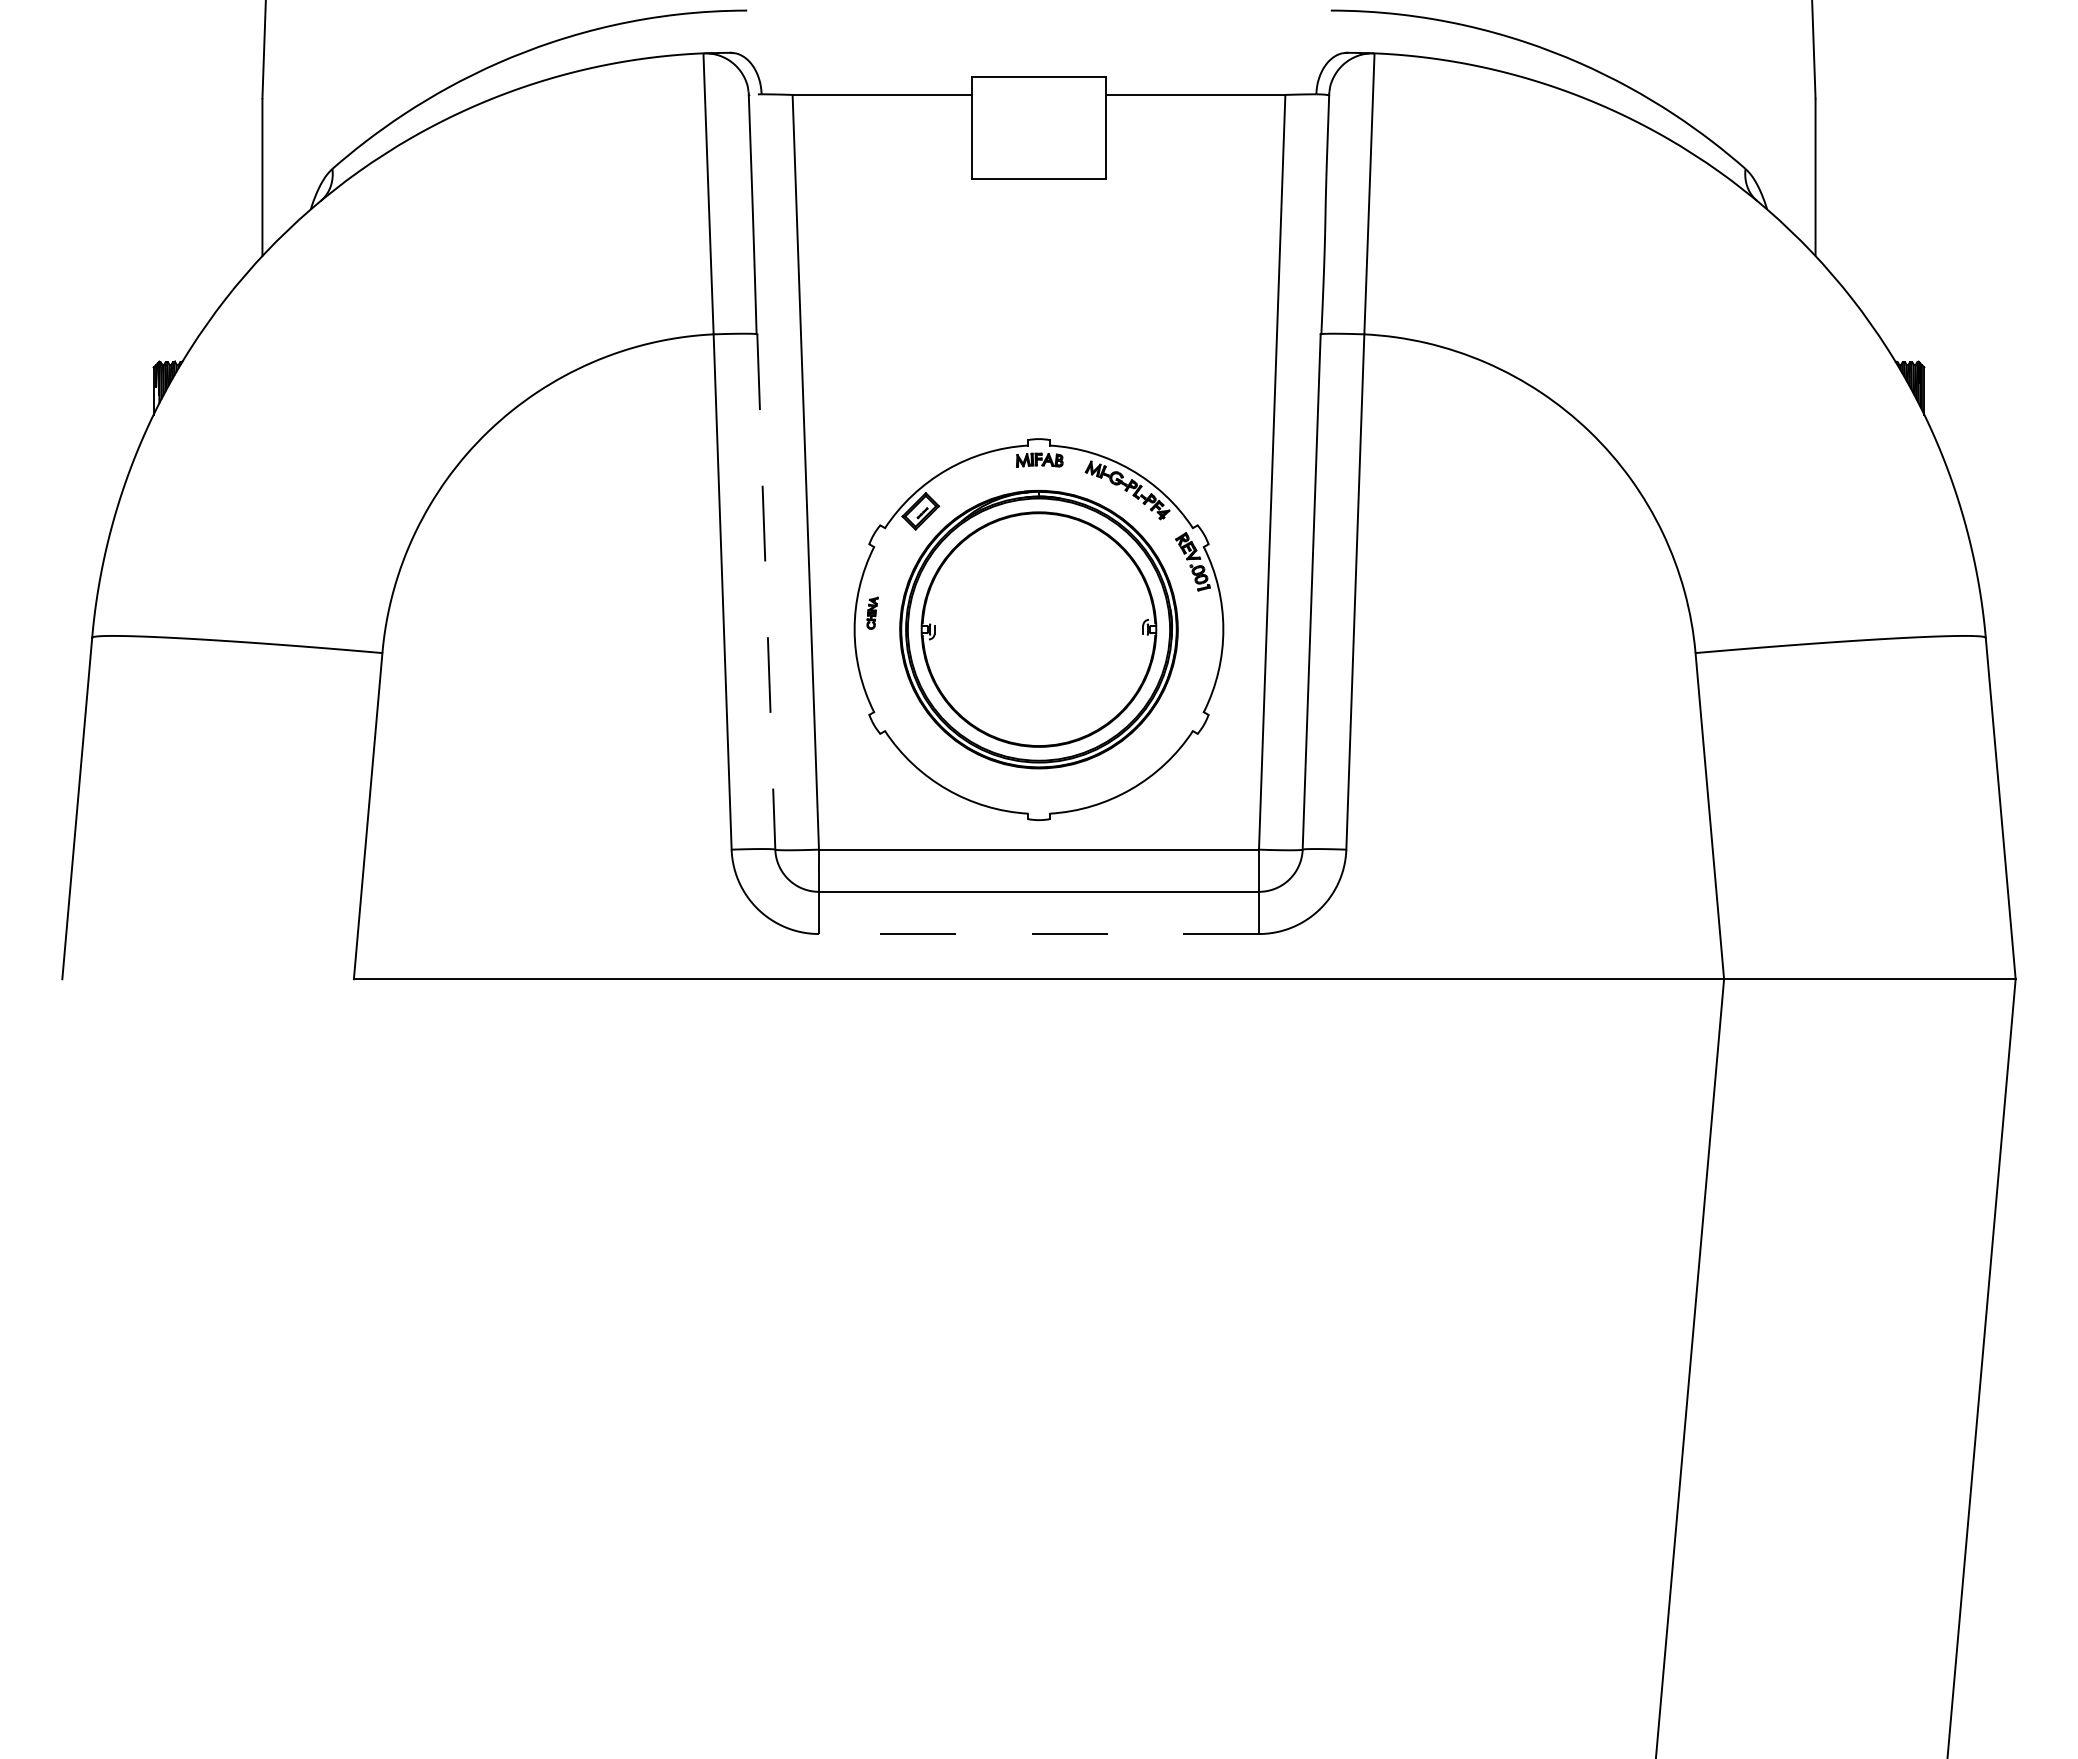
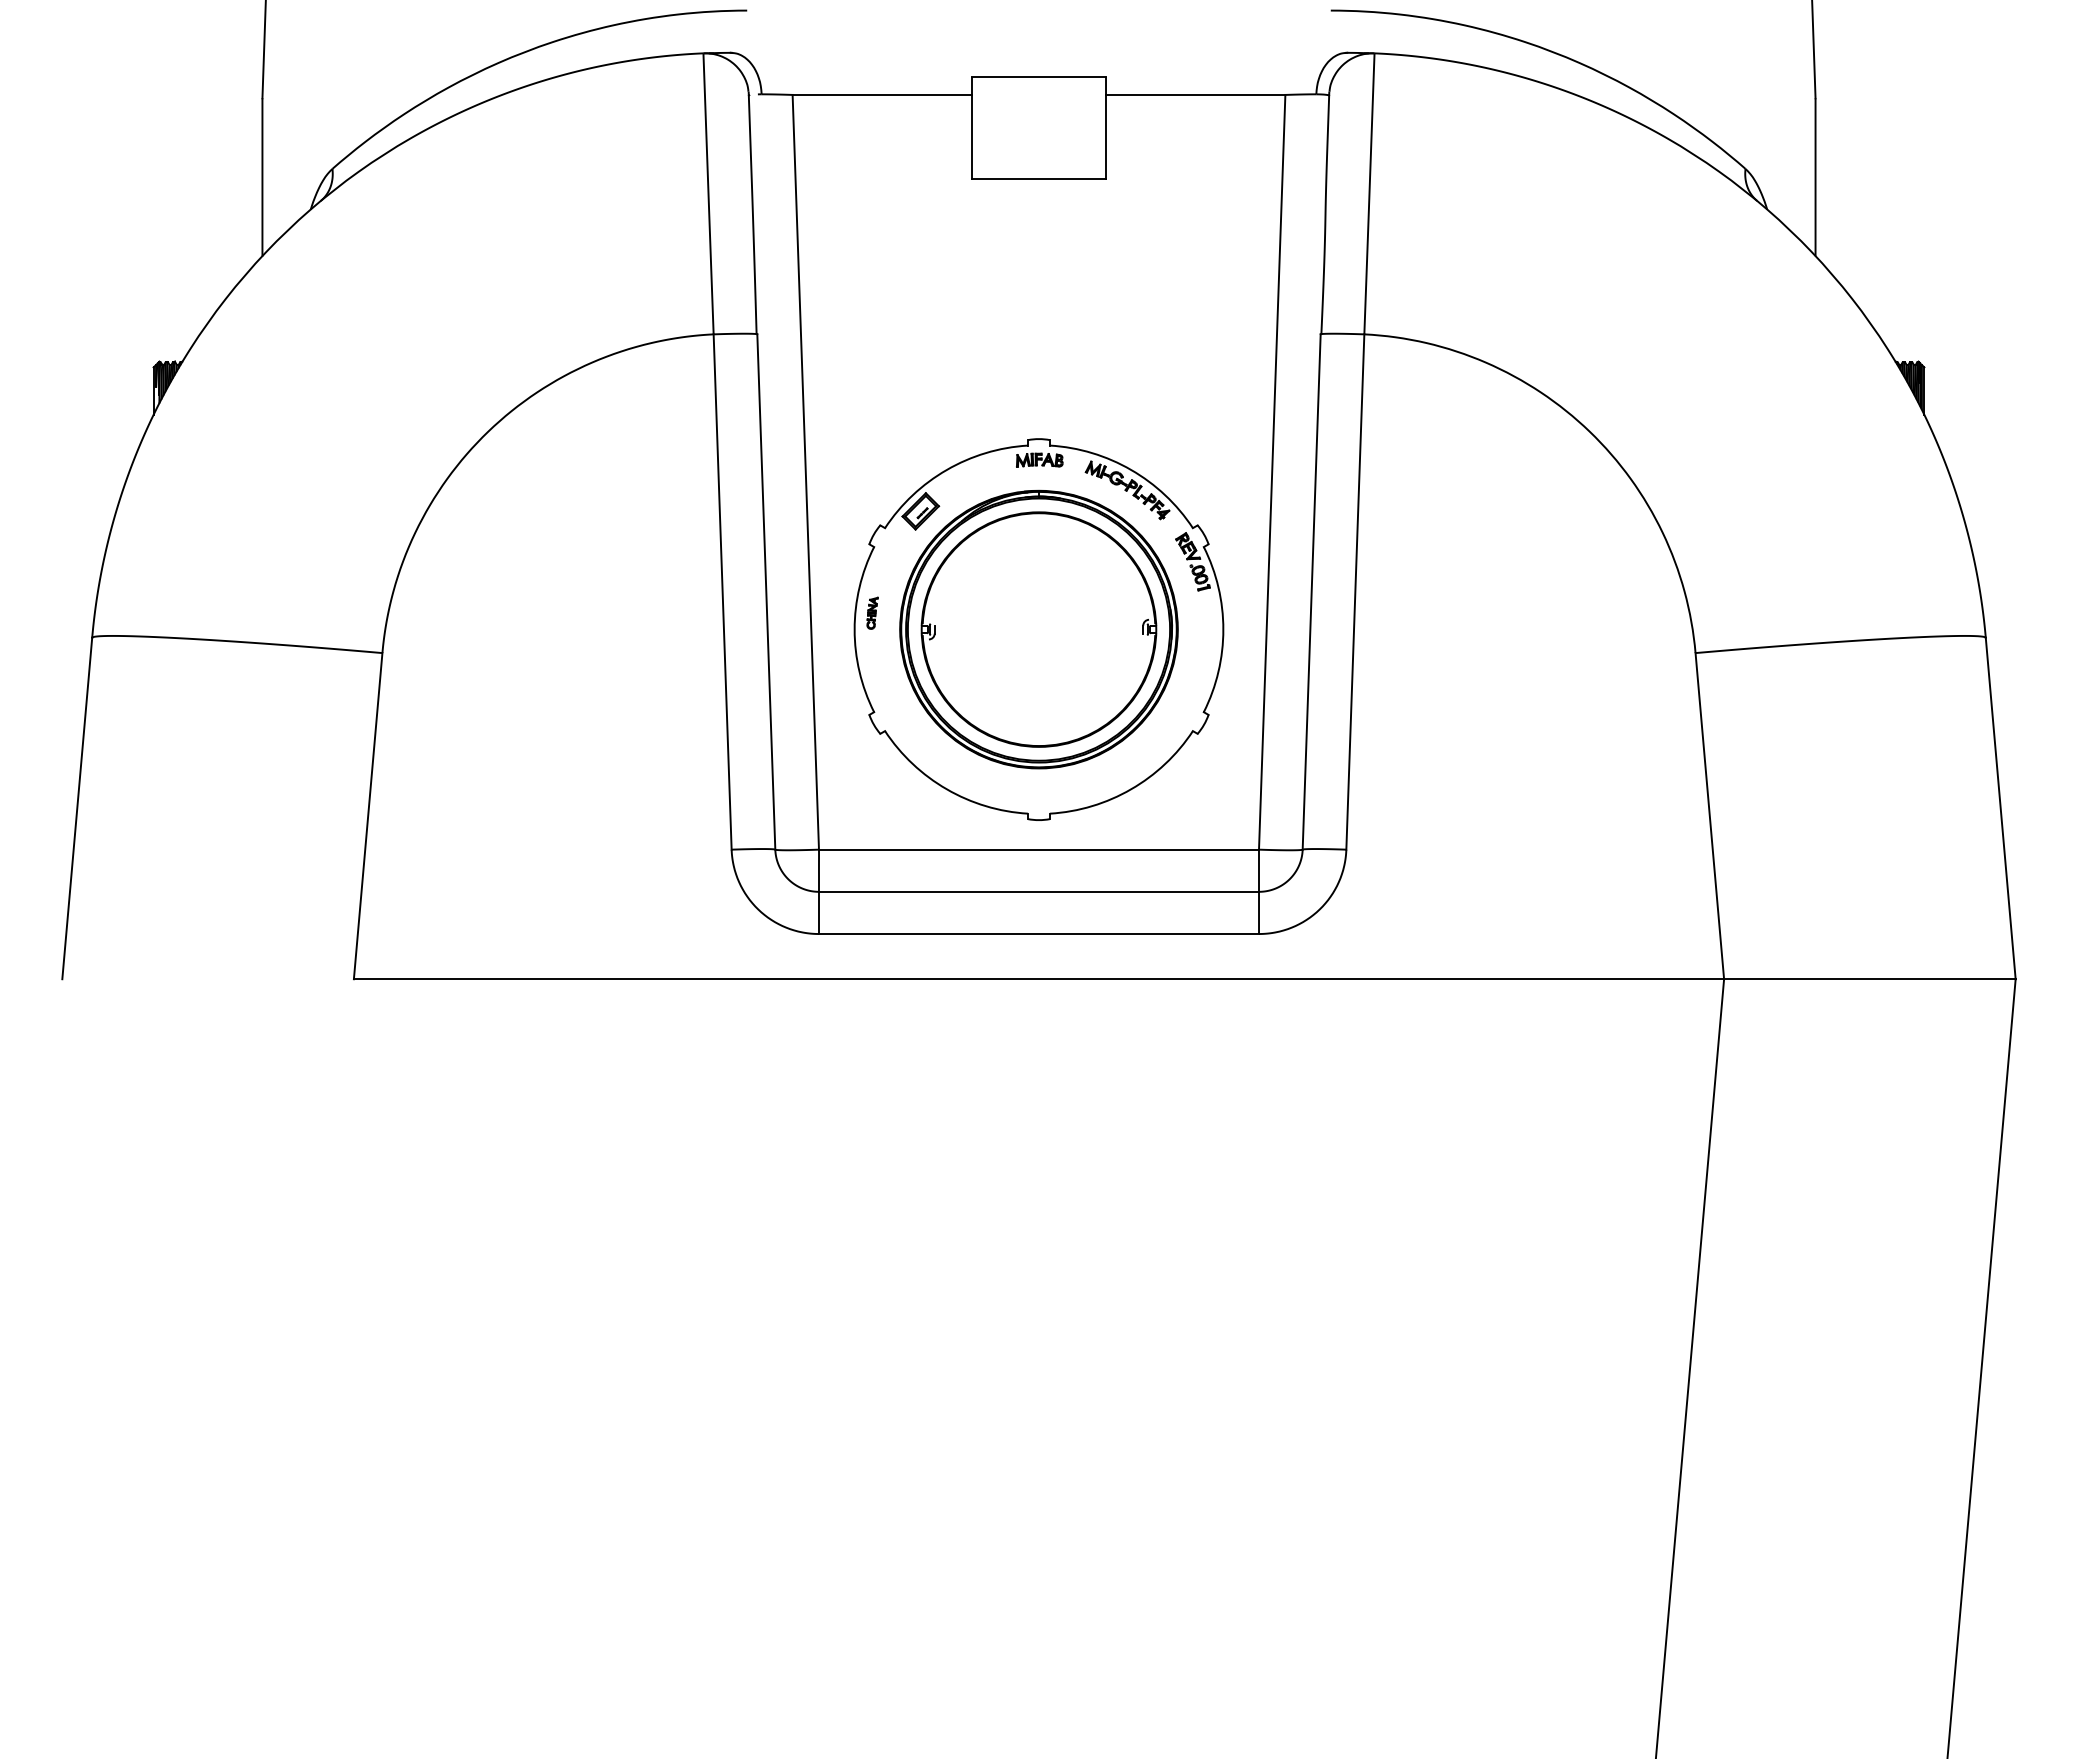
line at (766, 592): dashed -> solid
line at (1038, 934): dashed -> solid
